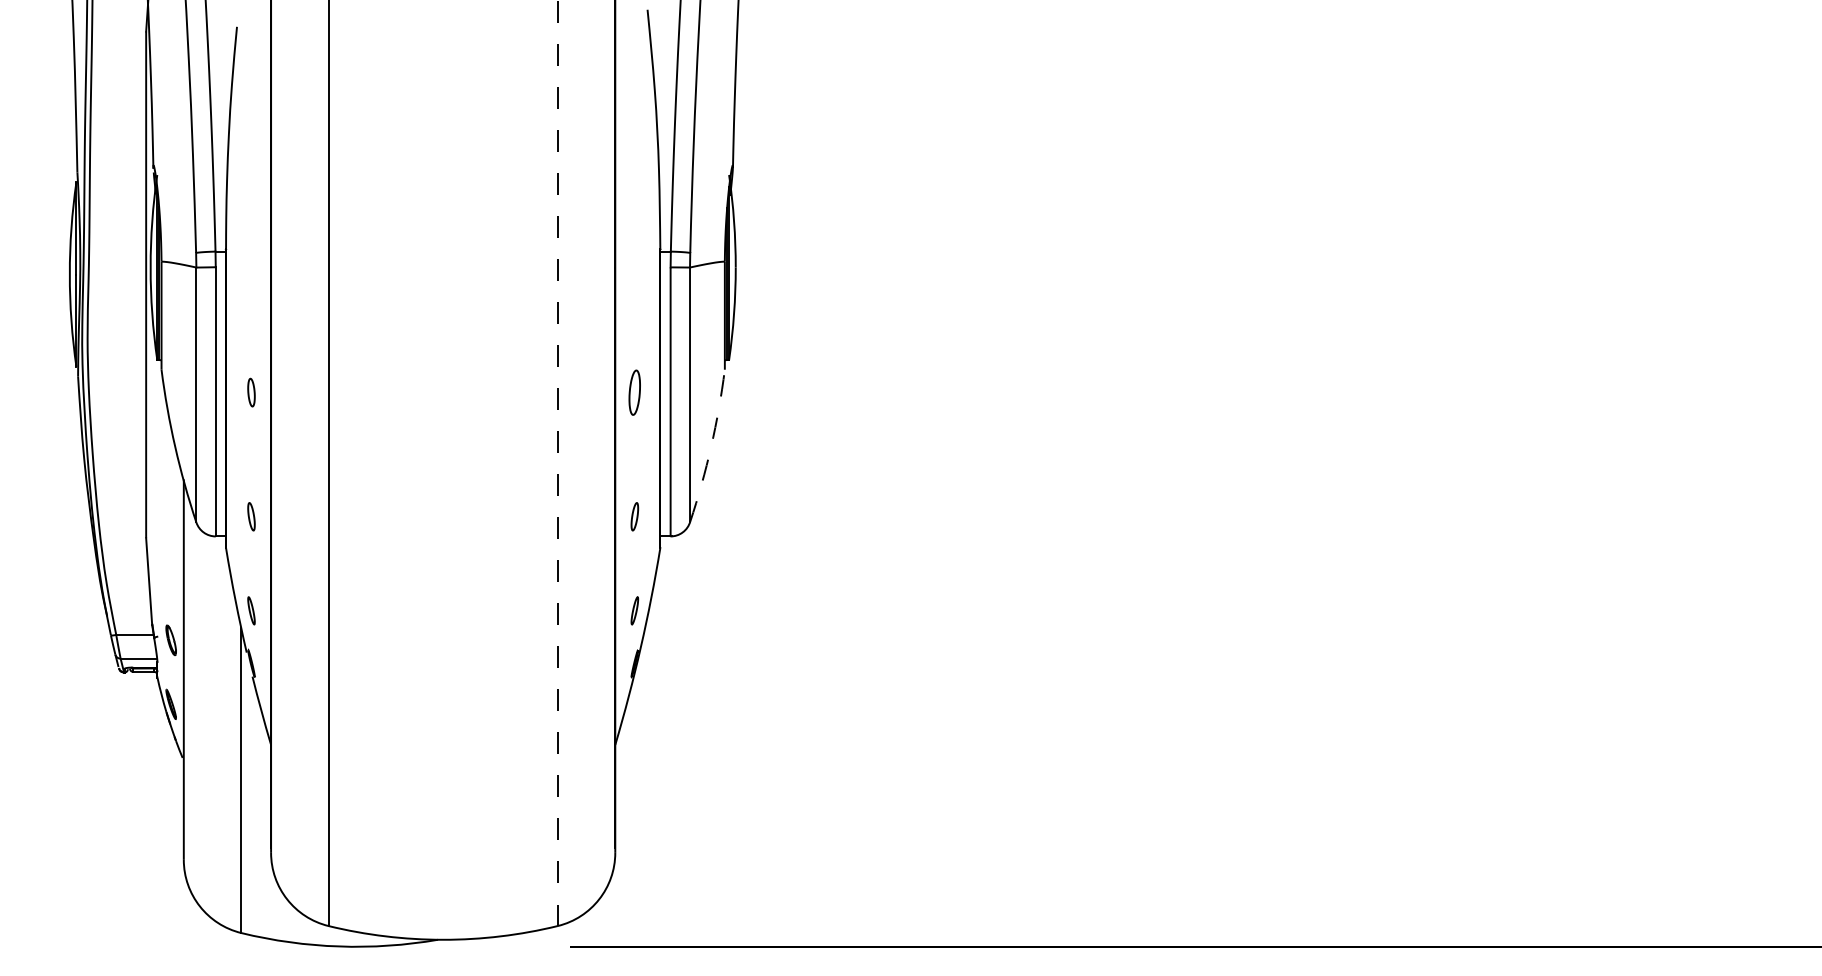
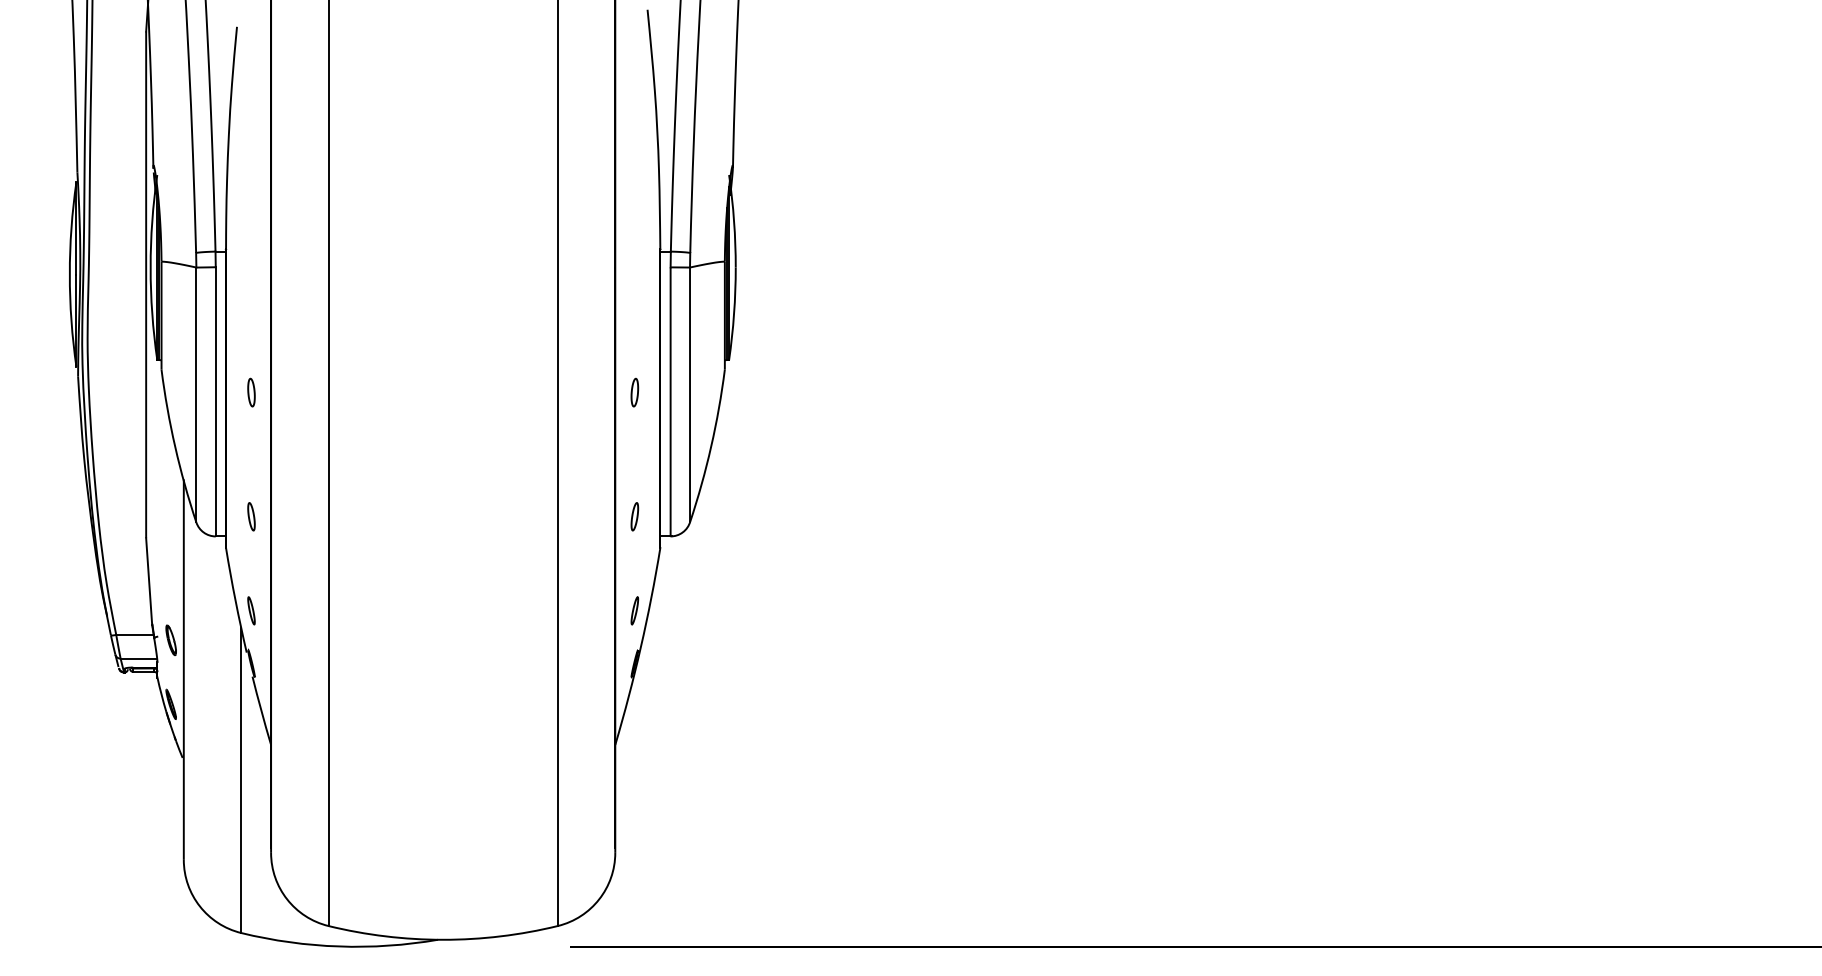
part at (634, 392) size: 13x47 px -> 10x31 px
arc at (711, 446): dashed -> solid
line at (557, 463): dashed -> solid
